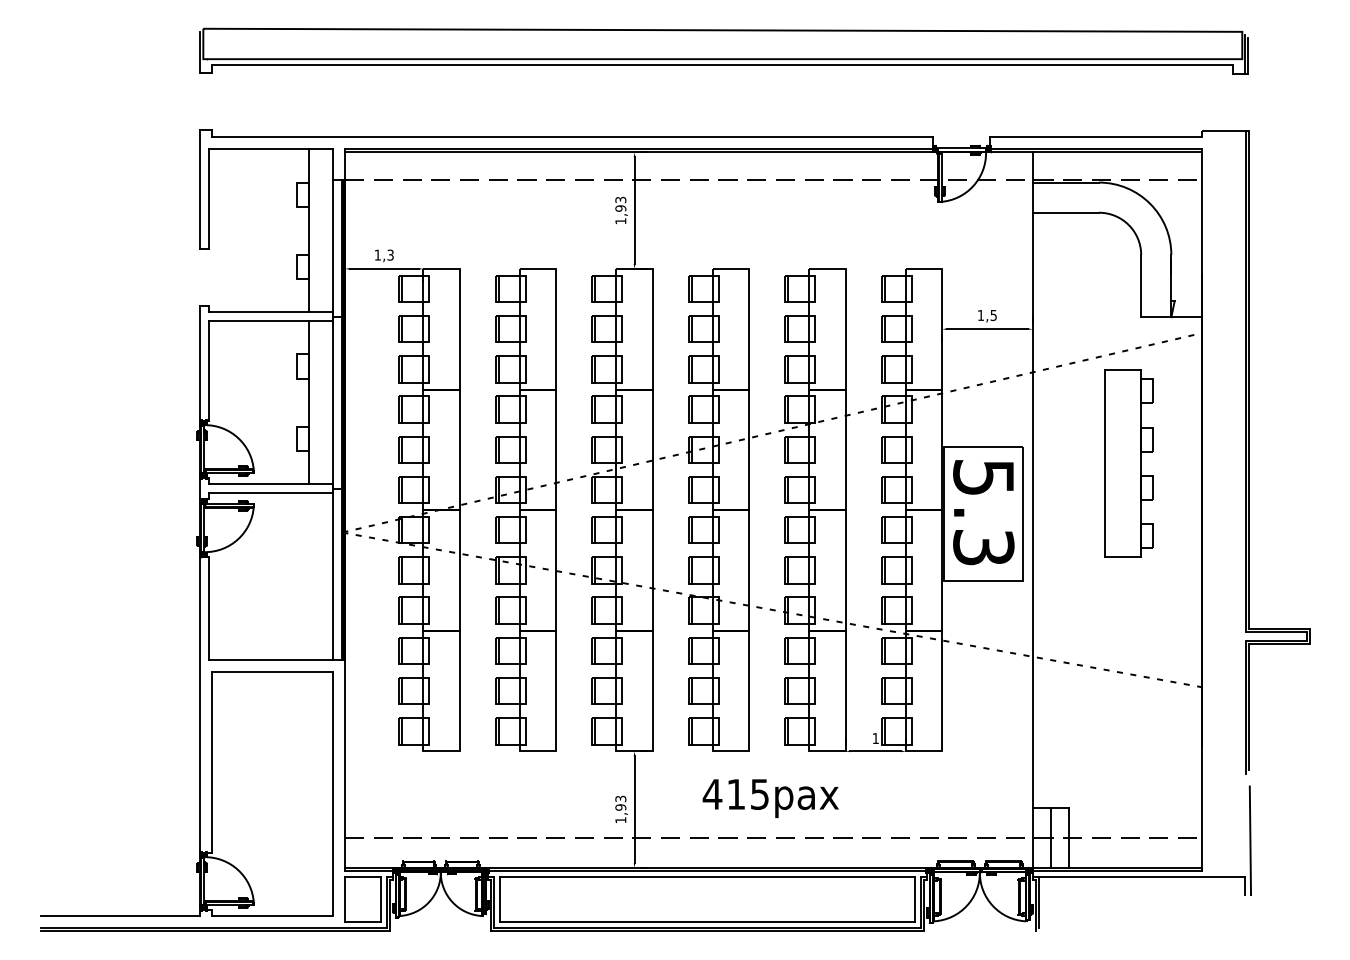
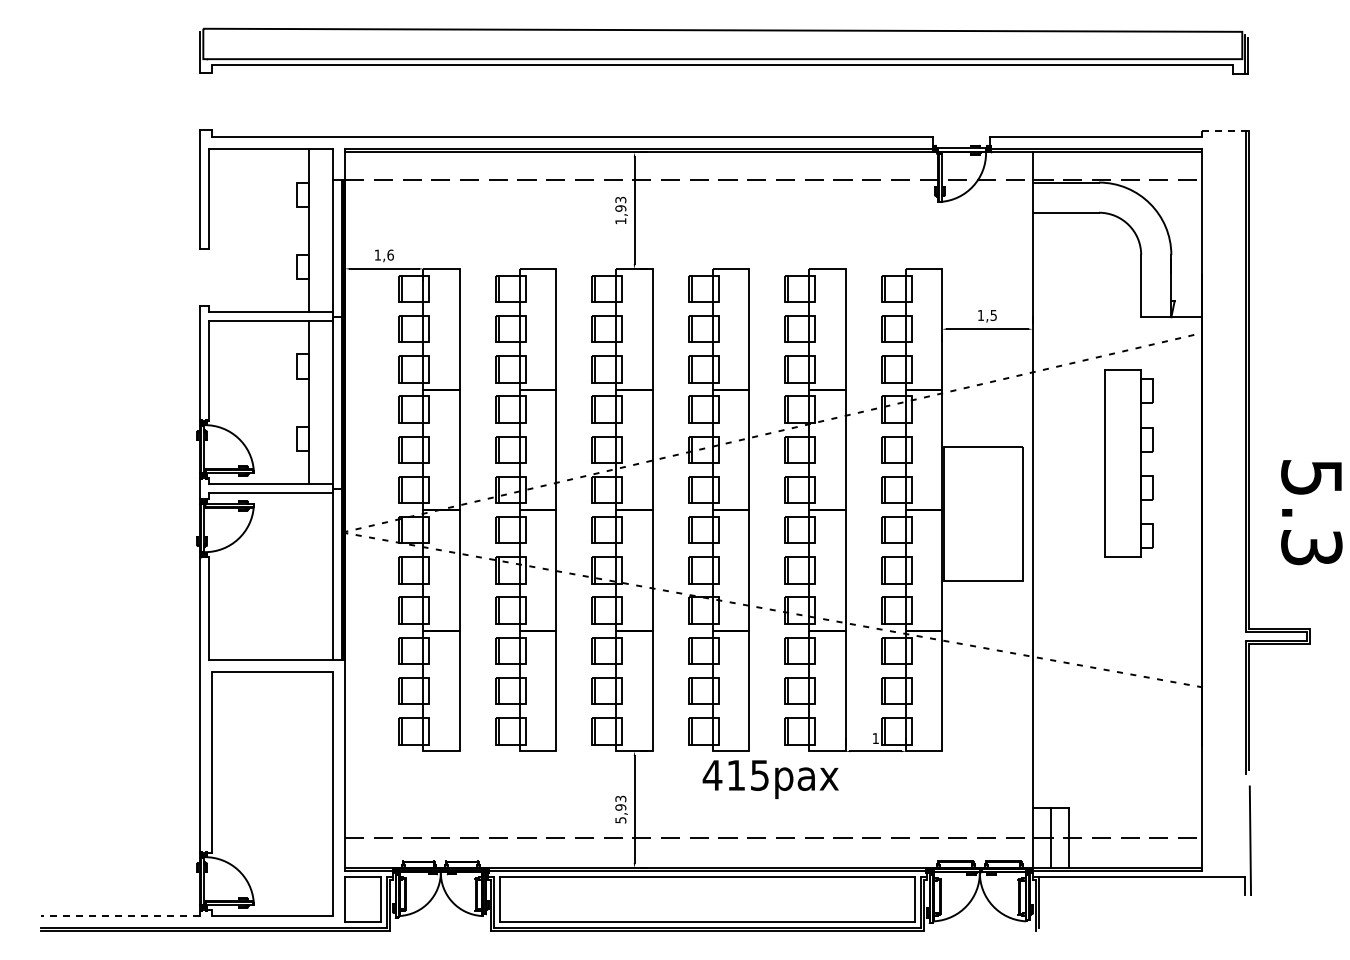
line at (1224, 130): solid -> dashed
text at (390, 254): 1,3 -> 1,6
text at (983, 512) position: (983, 512) -> (1311, 512)
text at (770, 798) position: (770, 798) -> (770, 779)
text at (620, 820): 1,93 -> 5,93
line at (120, 916): solid -> dashed
